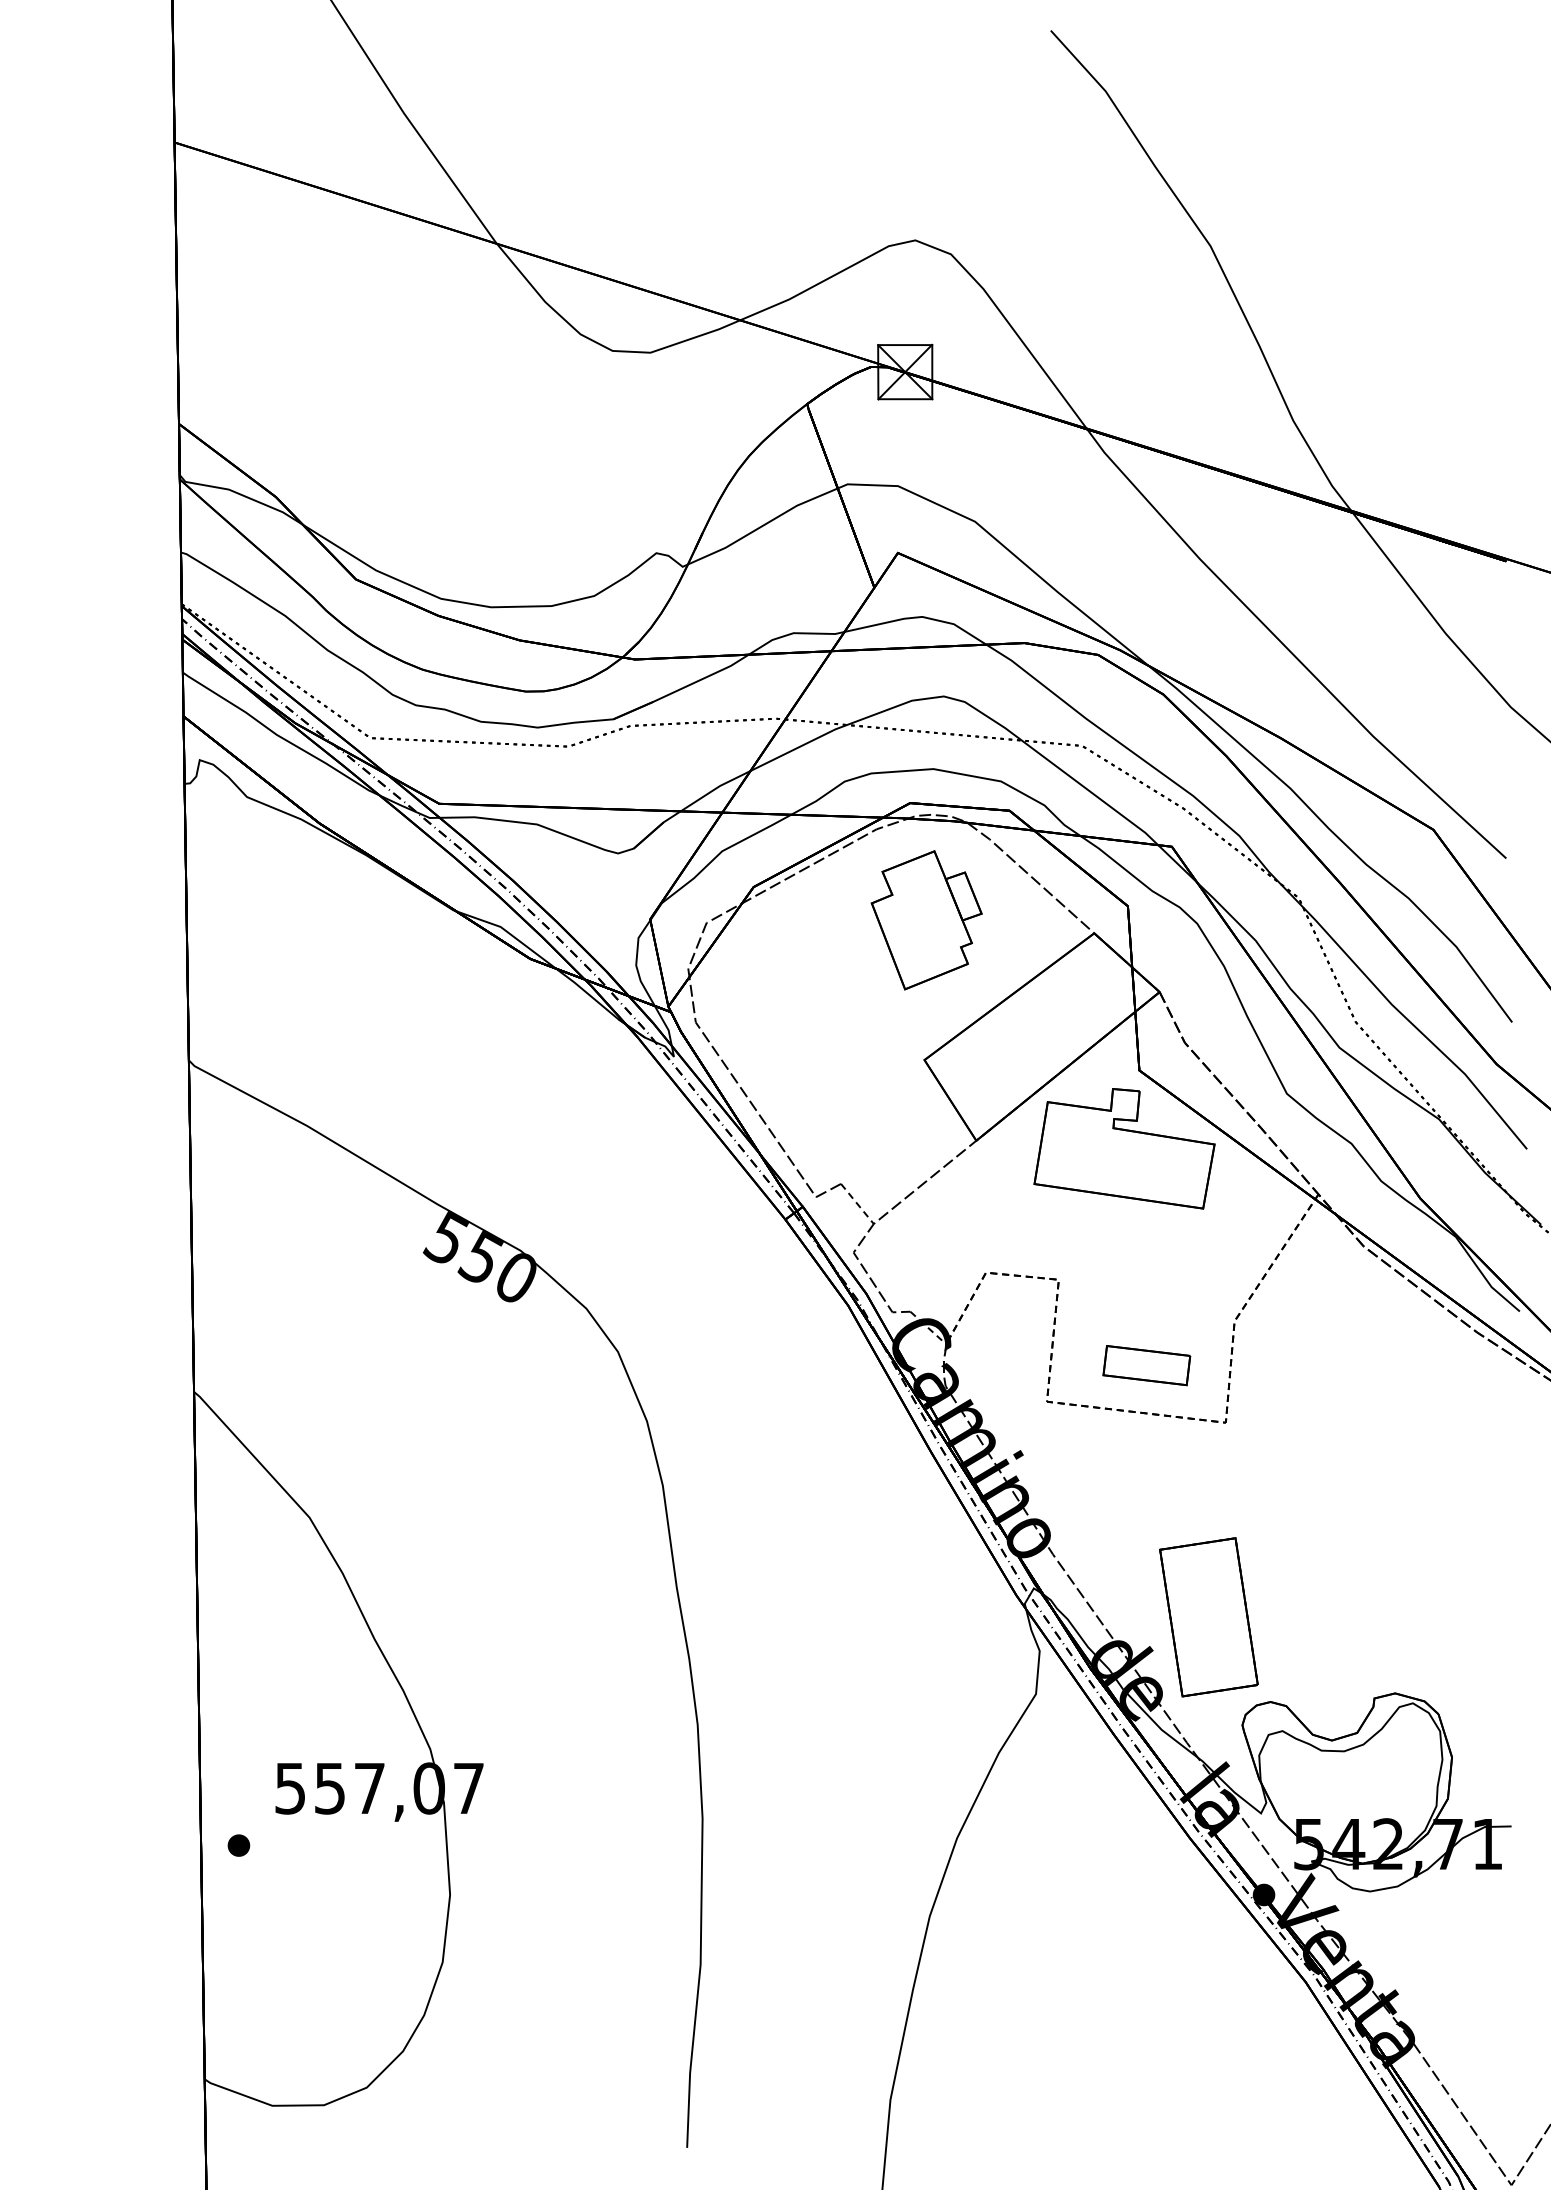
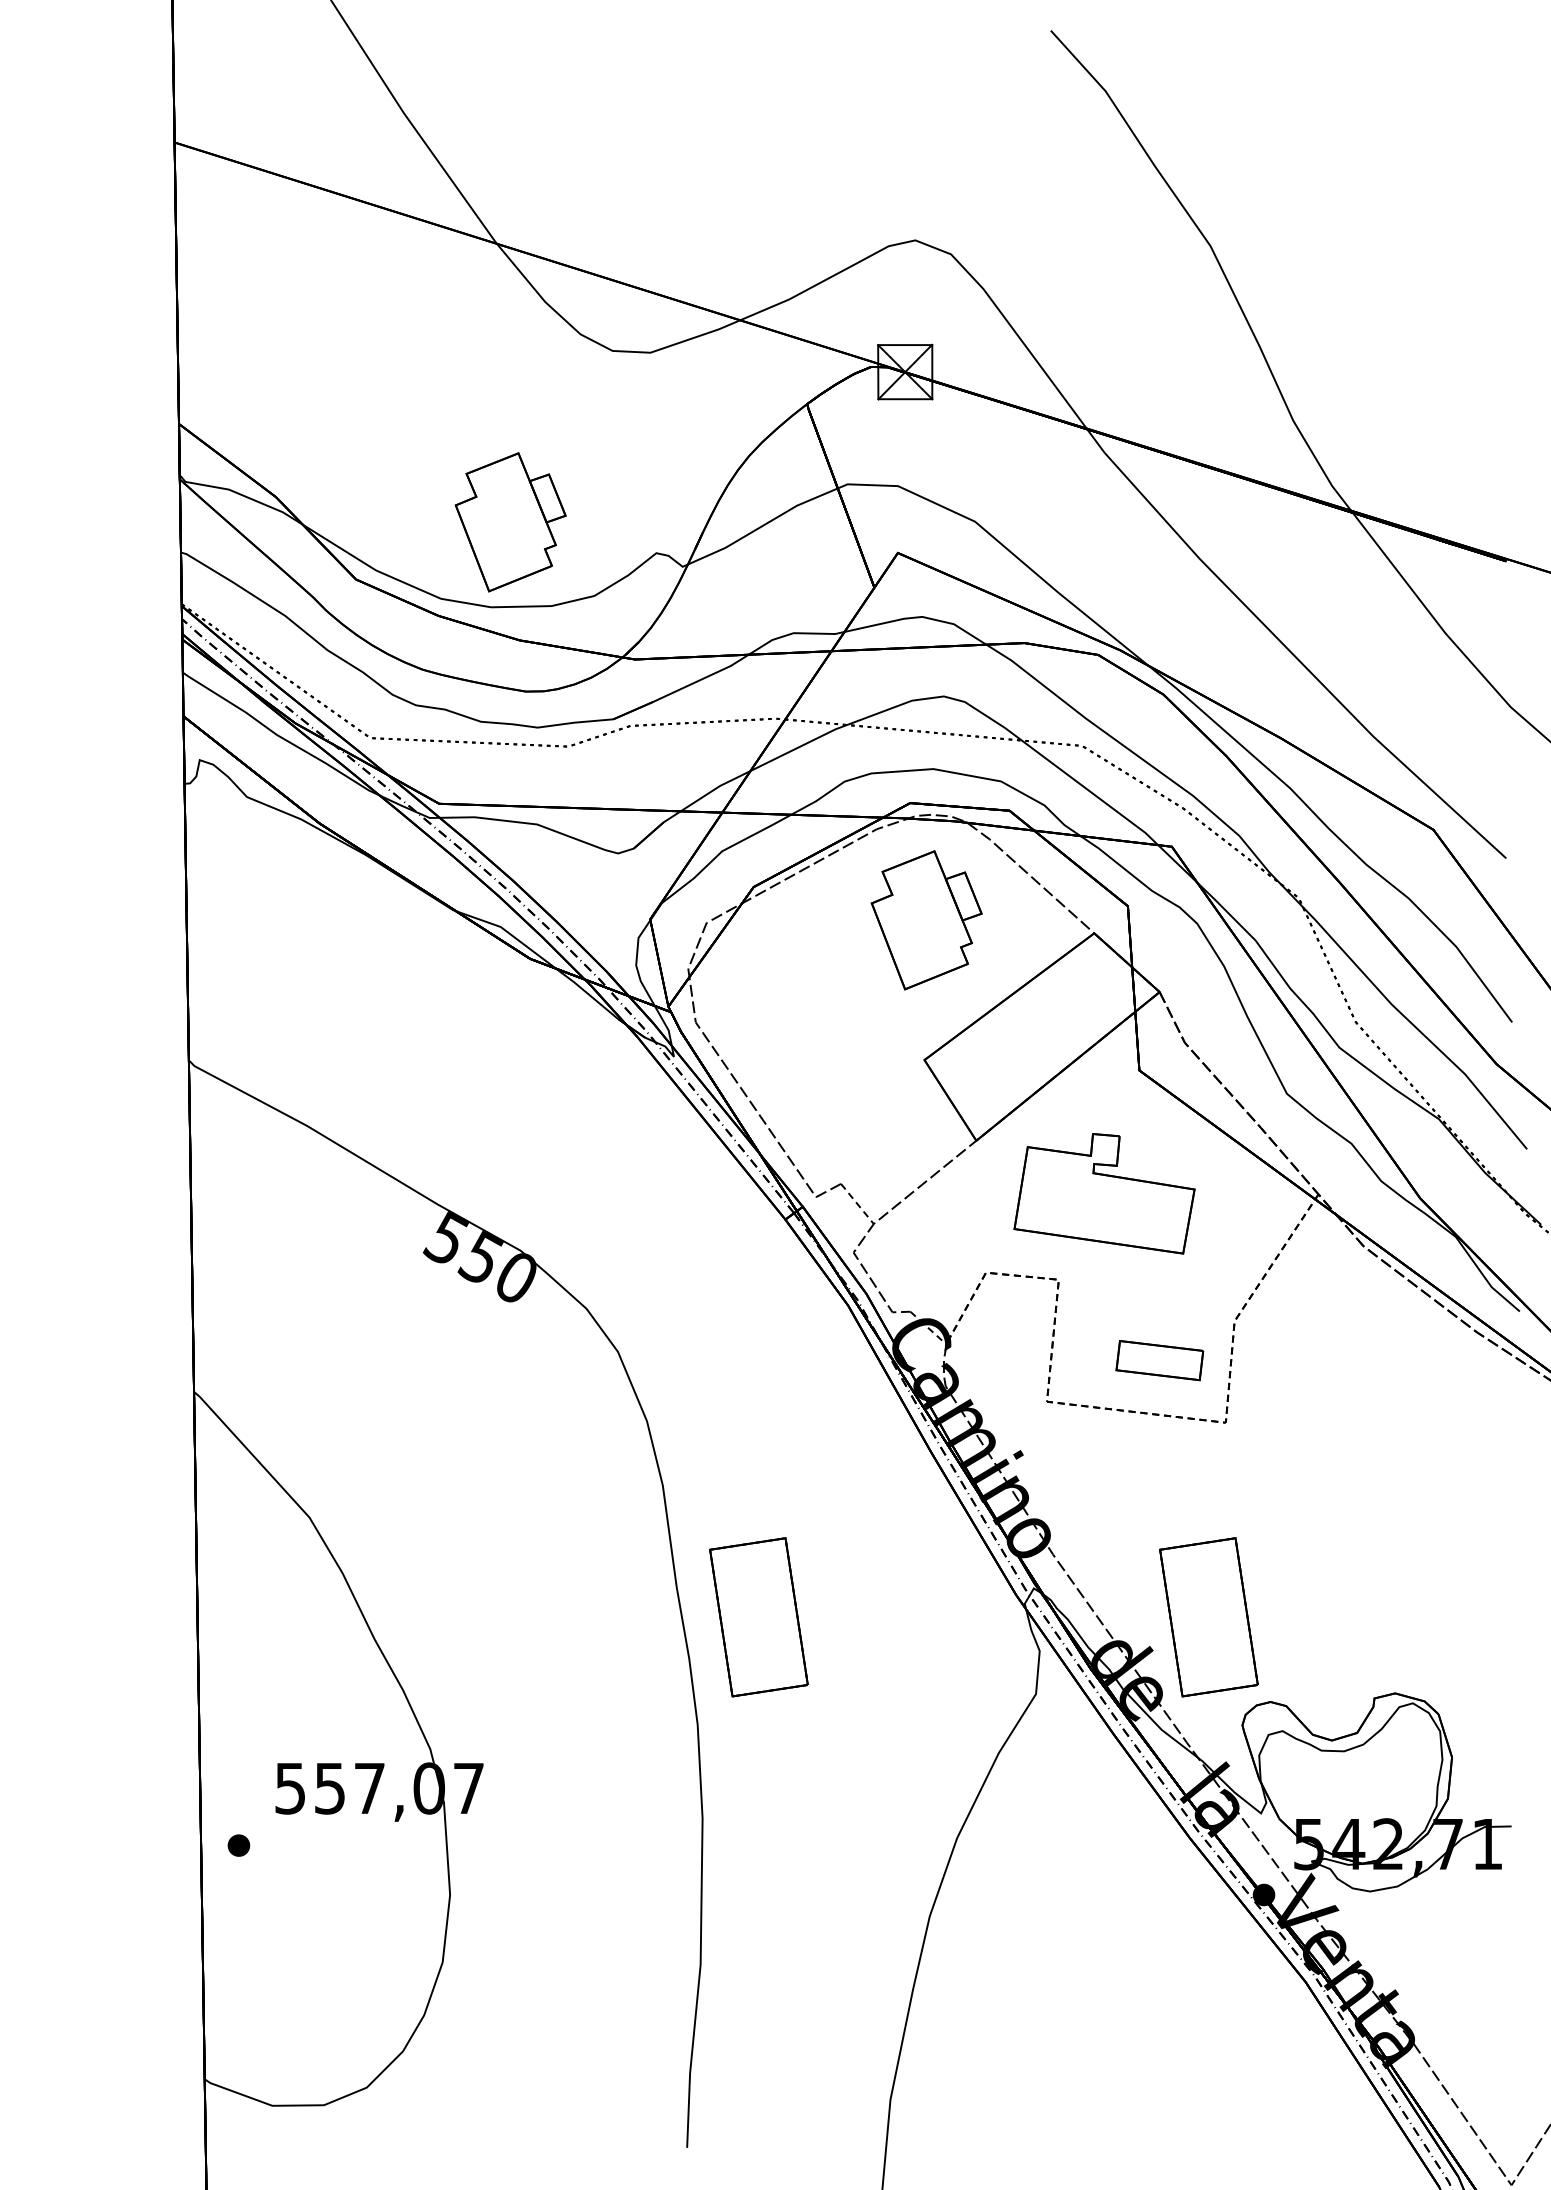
part at (510, 522): none -> present
part at (1124, 1148) position: (1124, 1148) -> (1104, 1193)
part at (1146, 1365) position: (1146, 1365) -> (1159, 1360)
part at (758, 1617): none -> present
